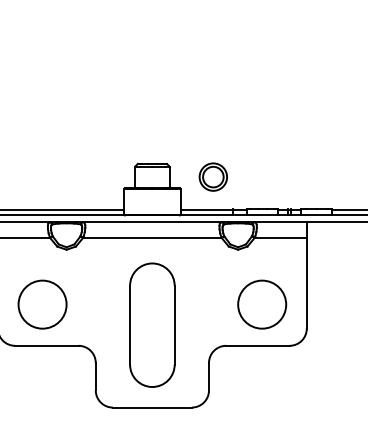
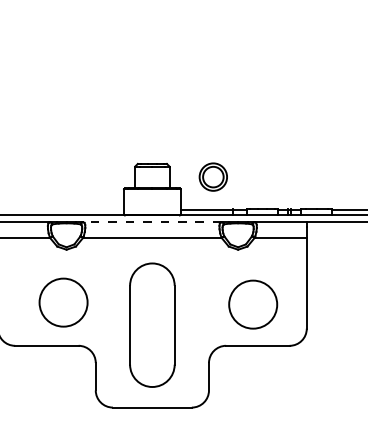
line at (63, 210): present -> none
line at (151, 222): solid -> dashed
circle at (42, 304) position: (42, 304) -> (63, 302)
circle at (262, 304) position: (262, 304) -> (253, 304)
